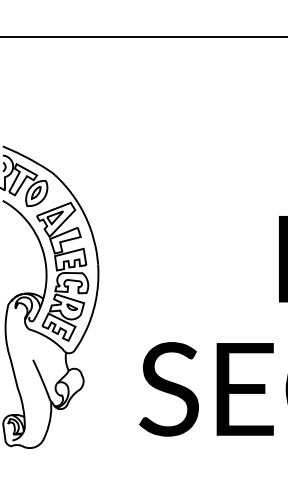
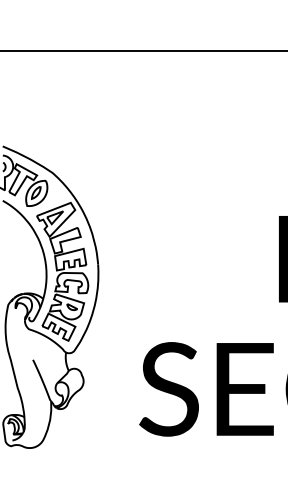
line at (143, 36) position: (143, 36) -> (143, 50)
